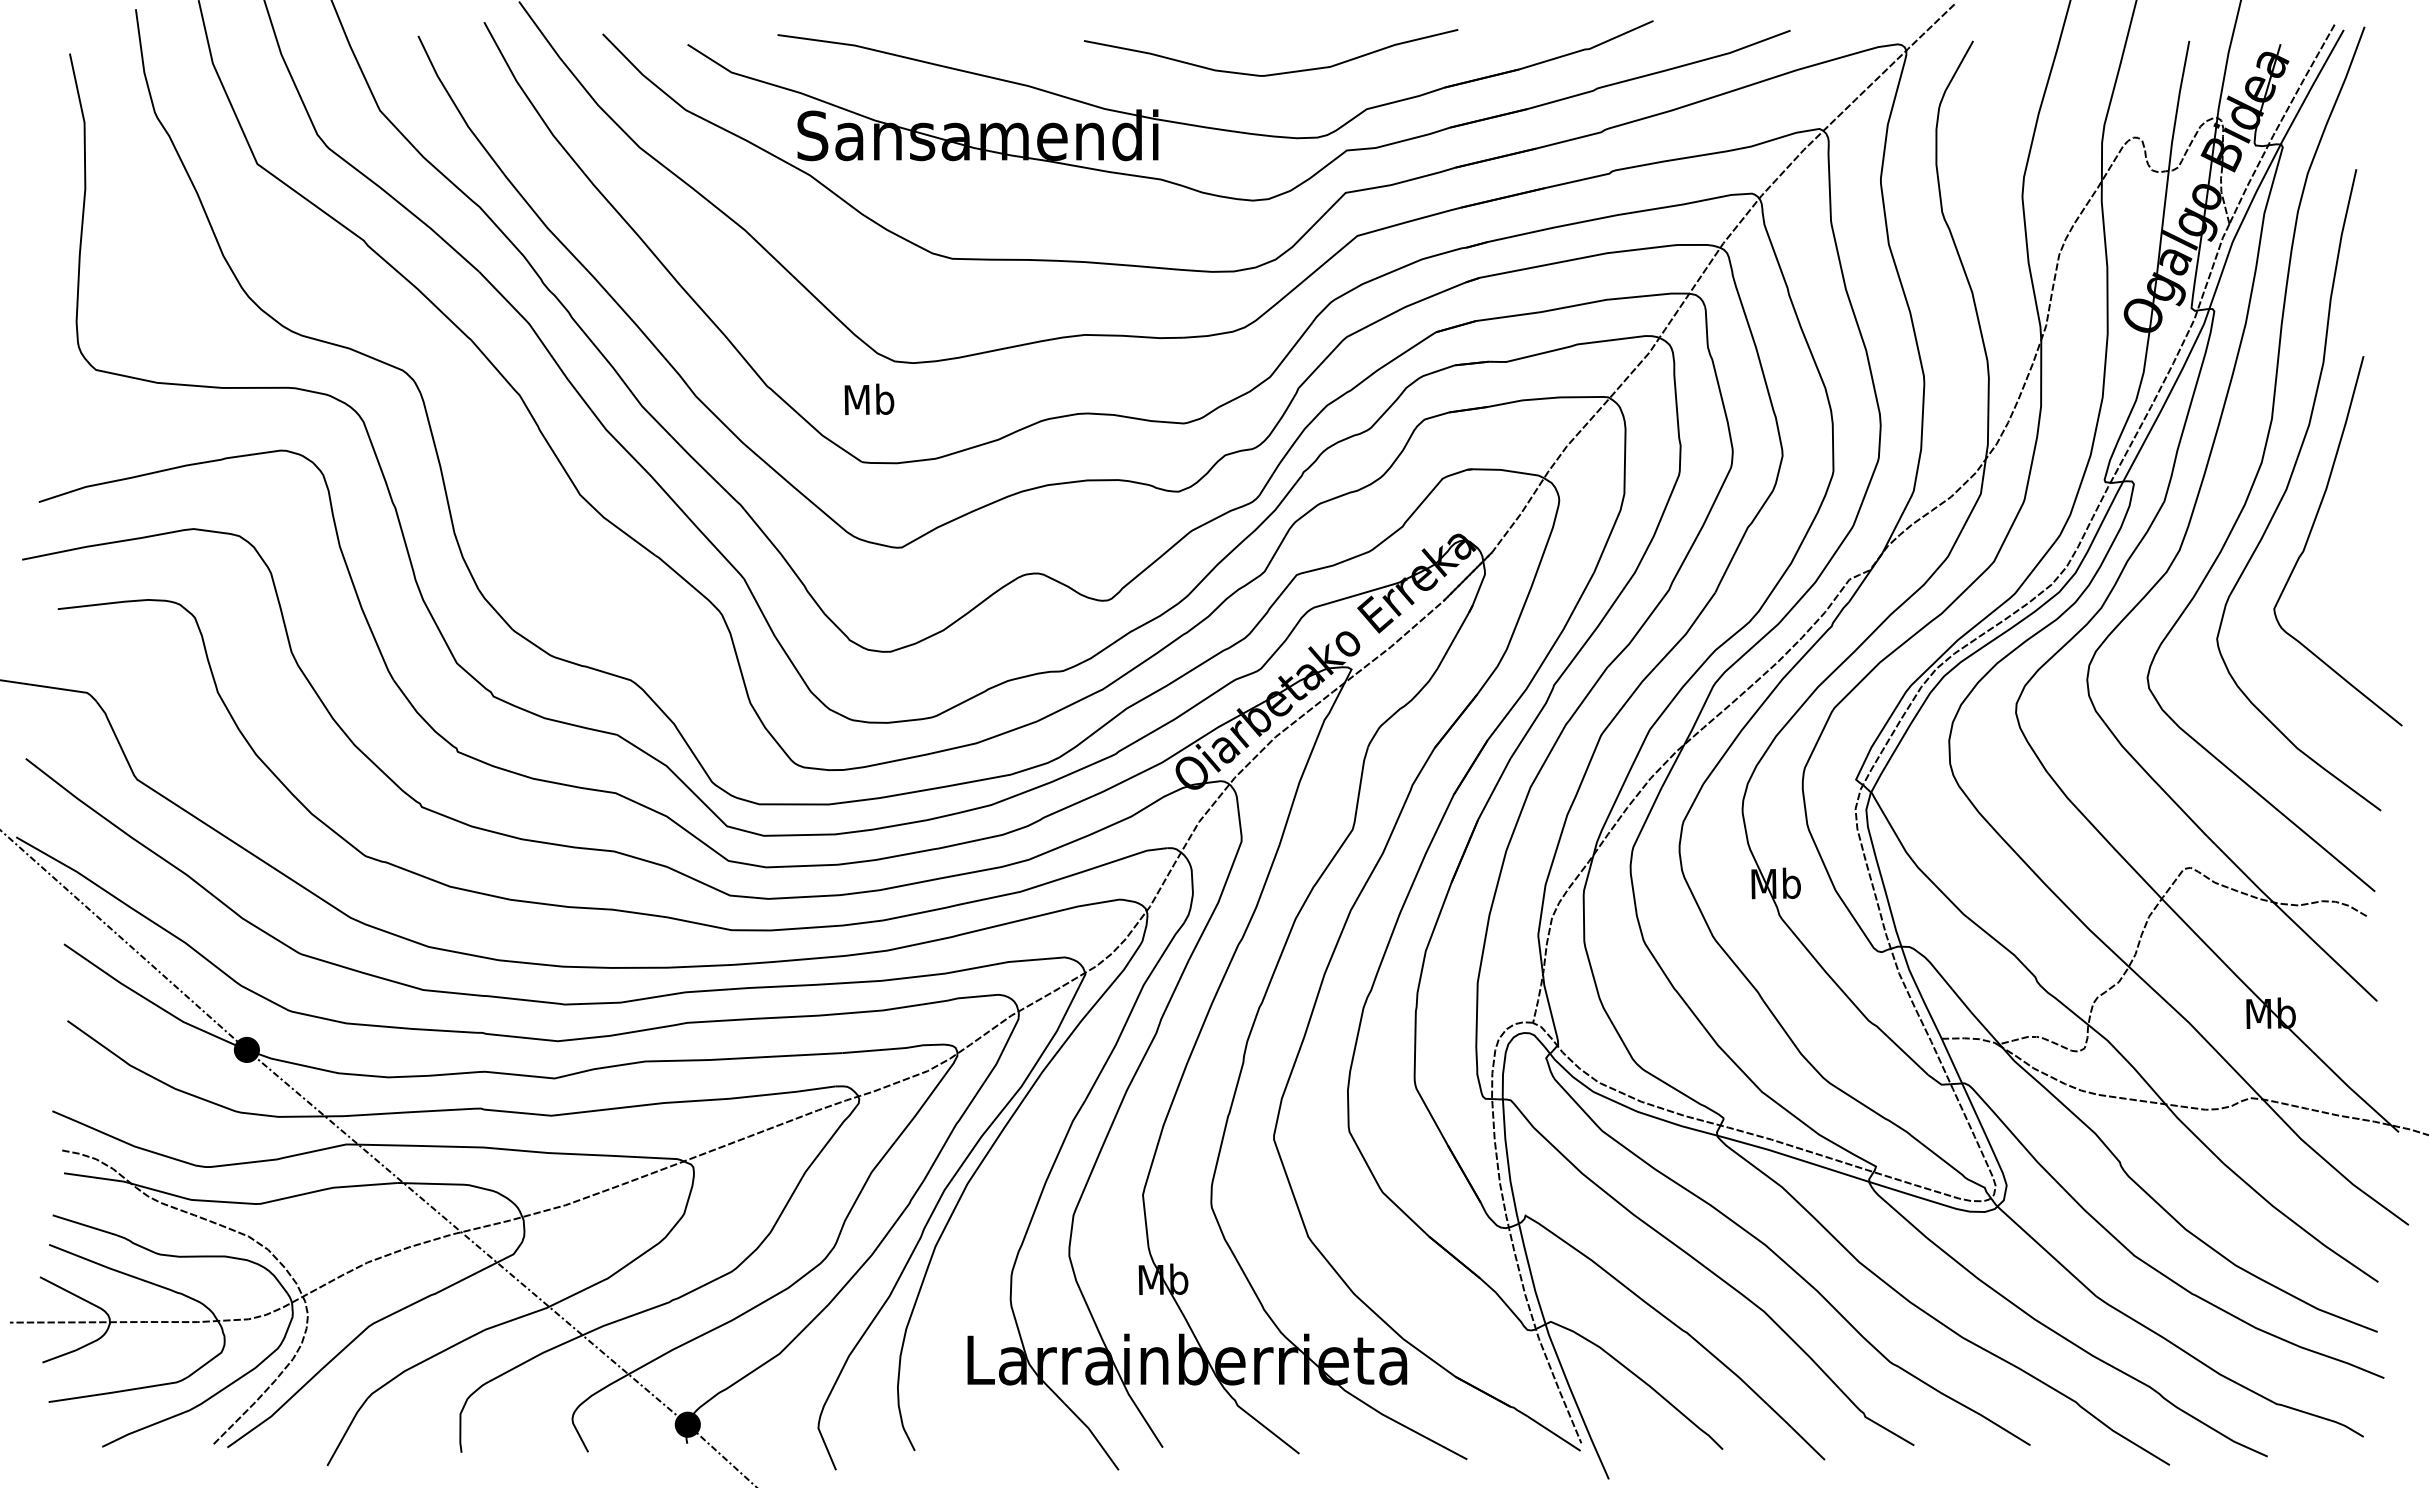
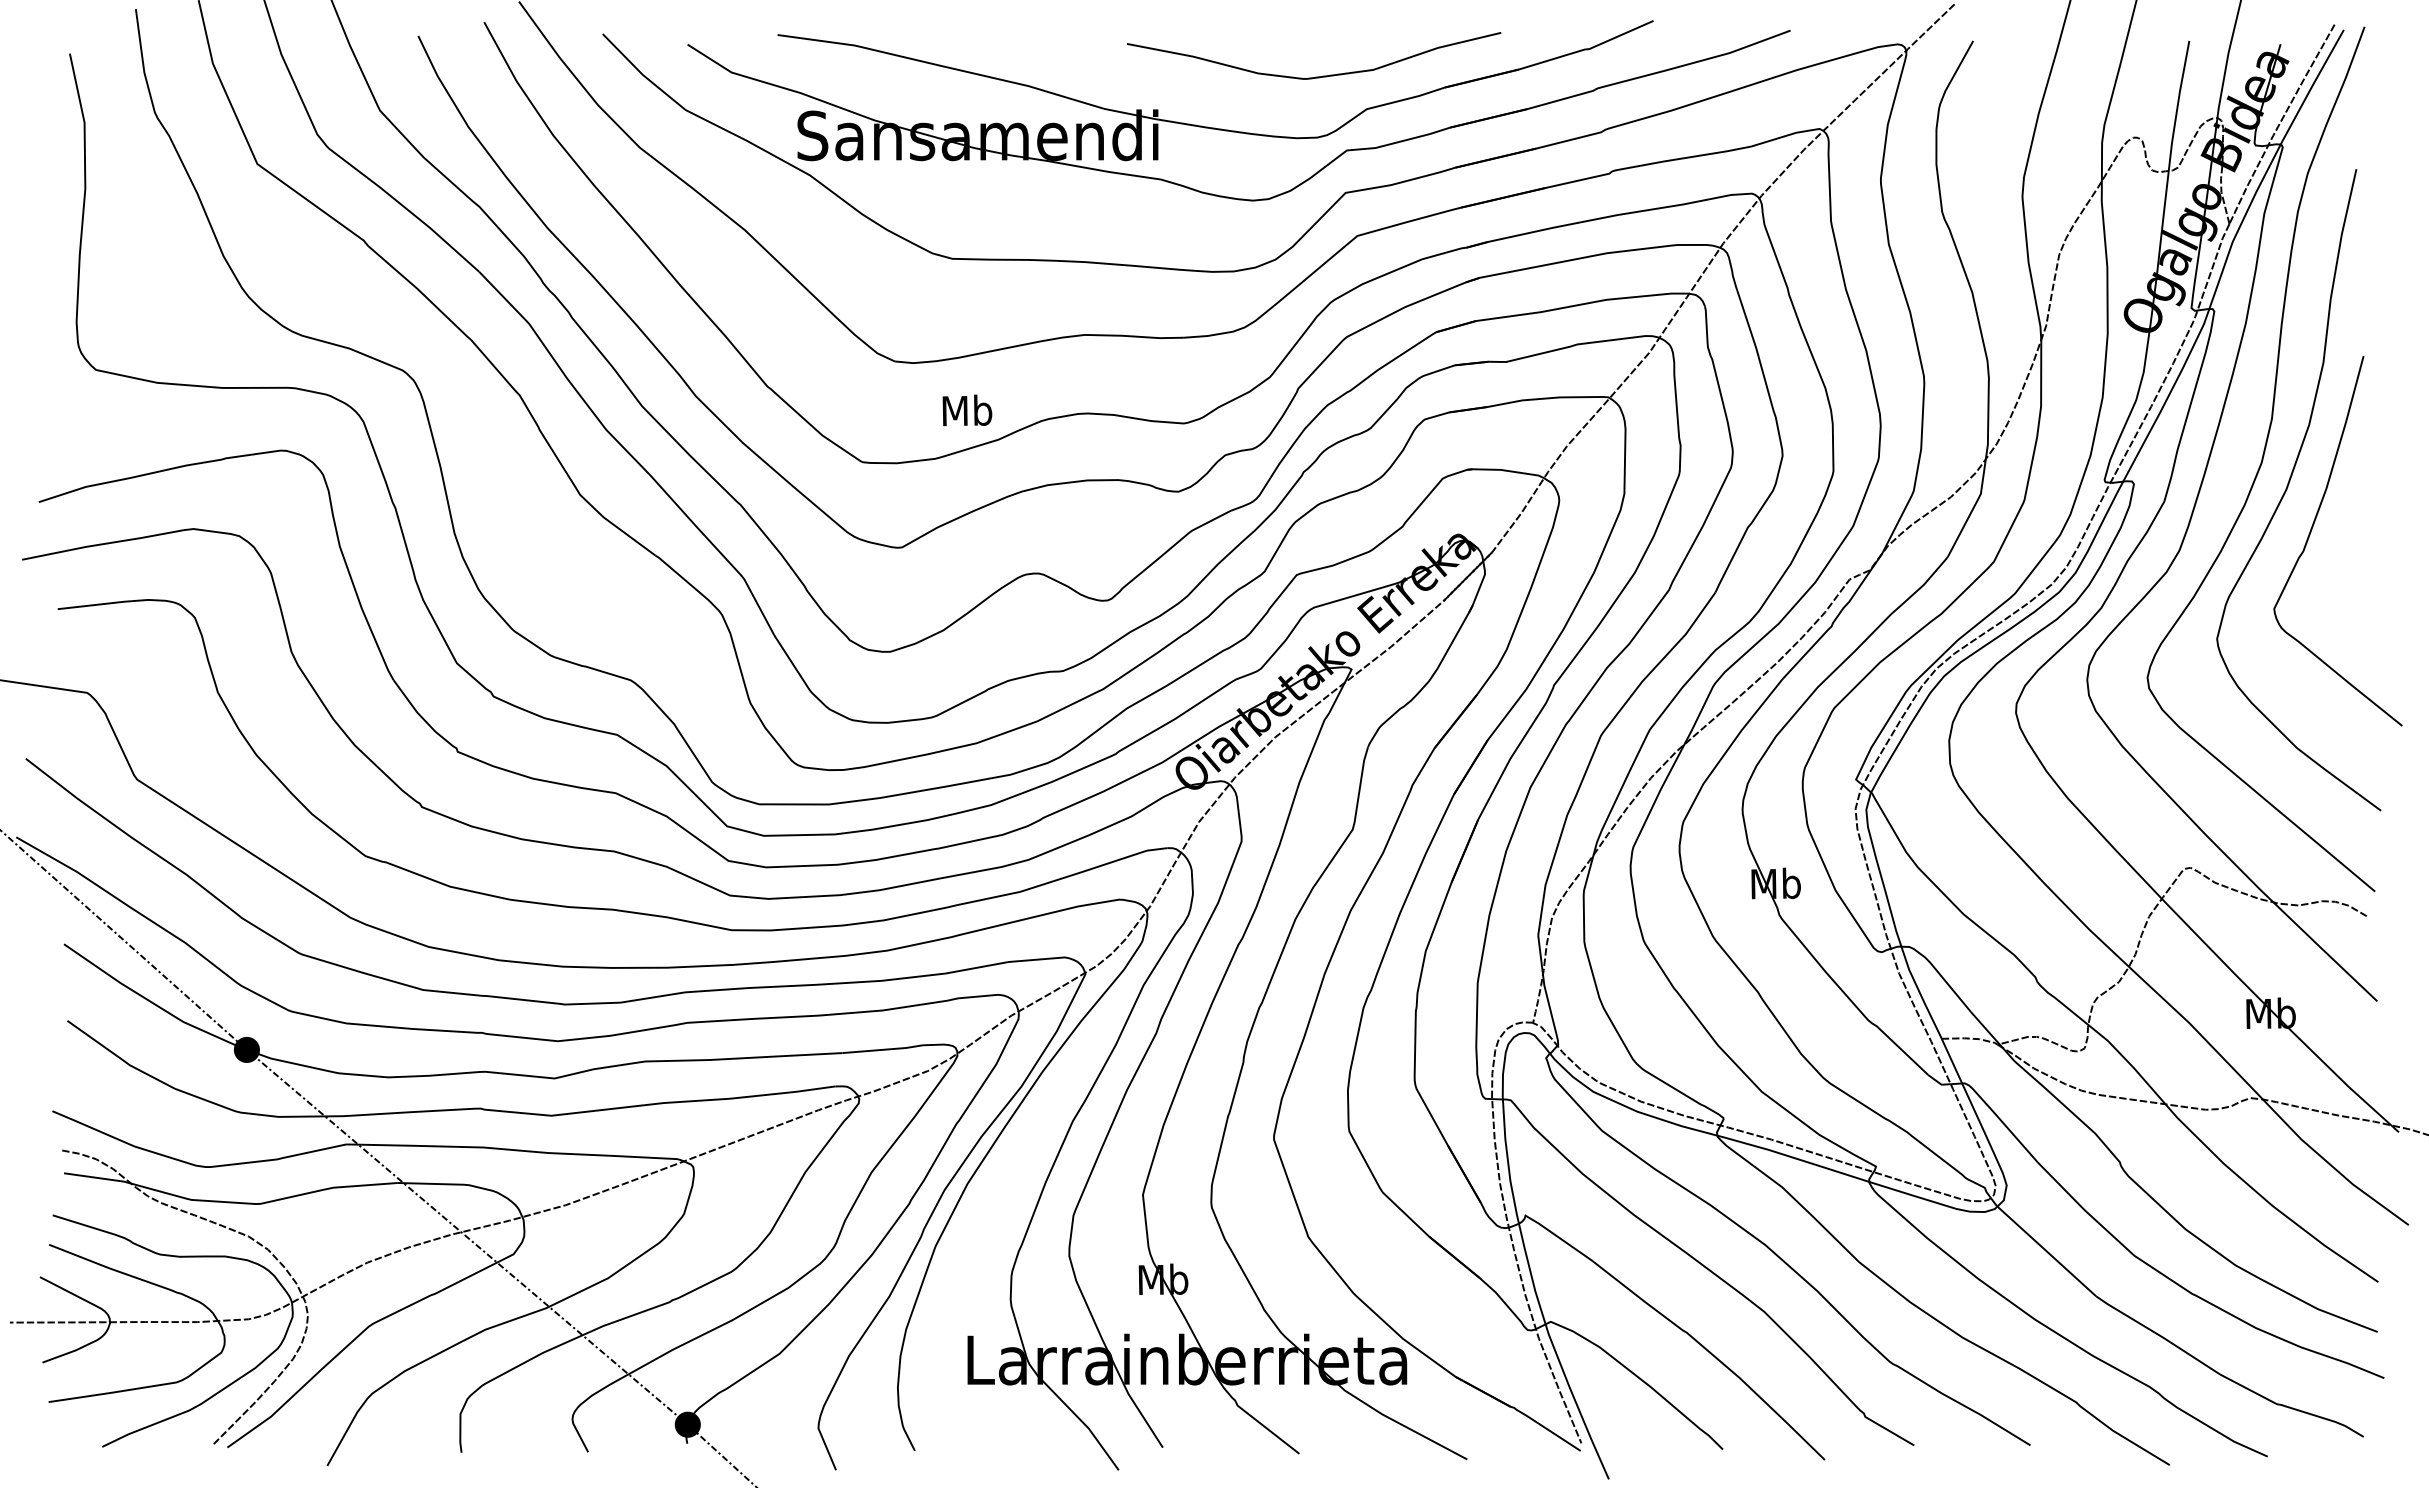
curve at (1272, 73) position: (1272, 73) -> (1315, 76)
text at (869, 399) position: (869, 399) -> (967, 410)
